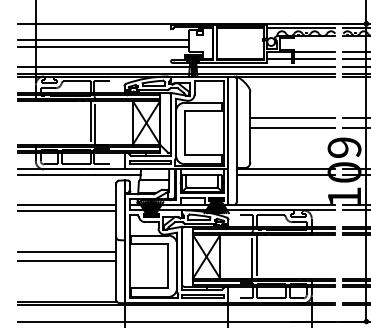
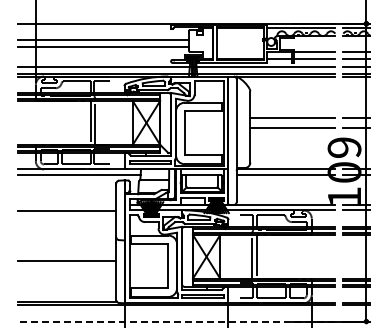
line at (67, 204): present -> none
line at (67, 252): present -> none
line at (176, 321): solid -> dashed
